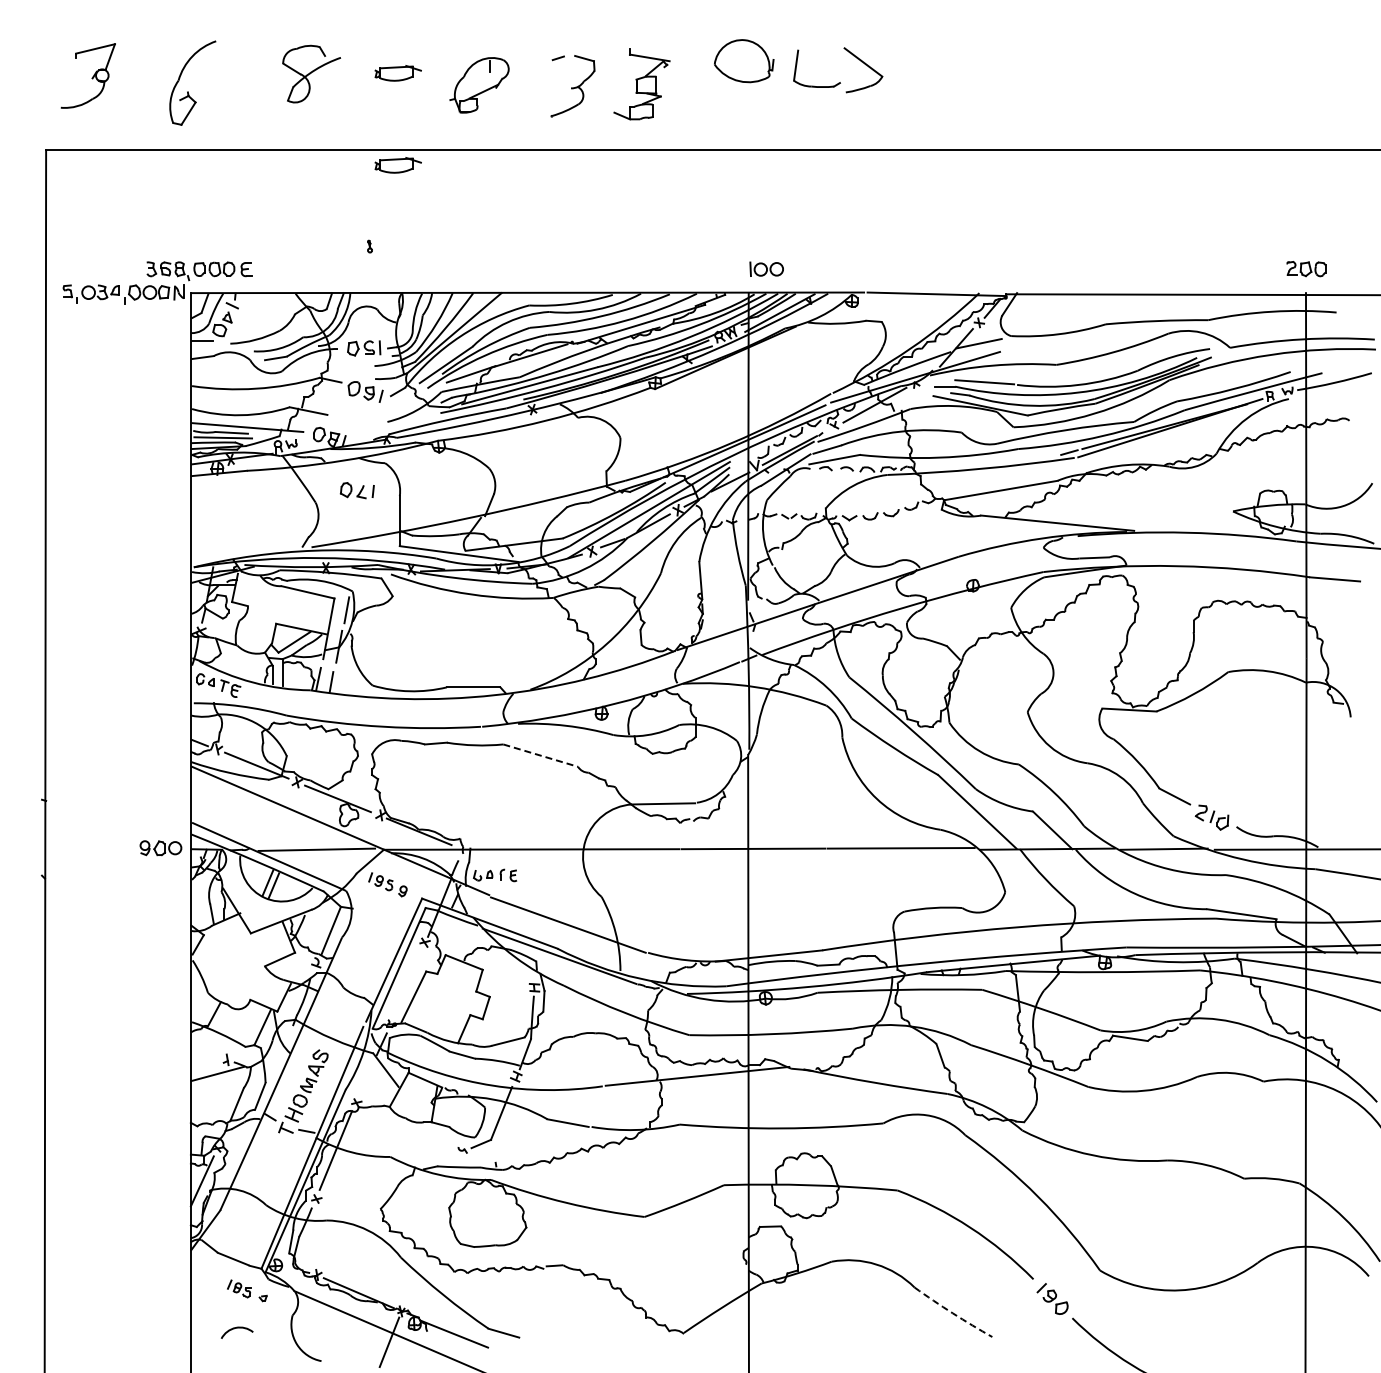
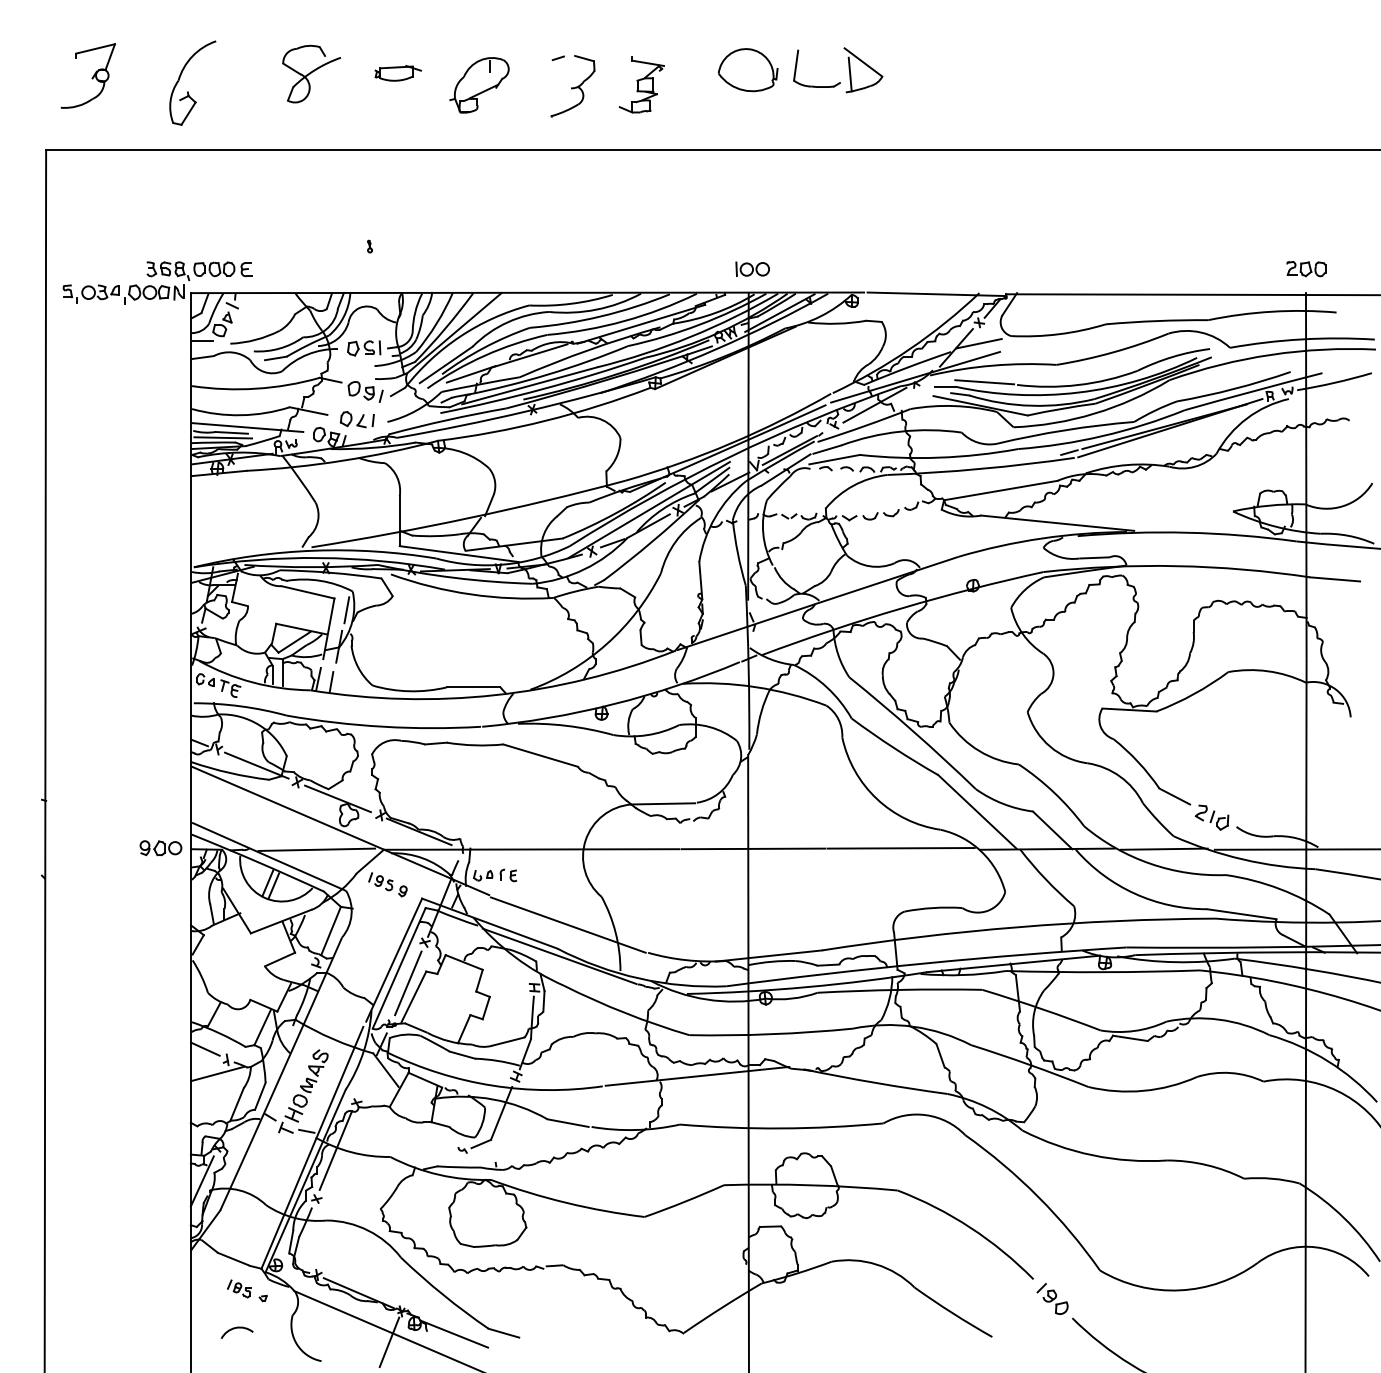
part at (744, 61) position: (744, 61) -> (748, 70)
line at (849, 74): none -> present
part at (641, 84) size: 58x73 px -> 47x58 px
part at (397, 165): present -> none
part at (766, 268) position: (766, 268) -> (752, 268)
part at (356, 490) position: (356, 490) -> (356, 419)
line at (541, 755): dashed -> solid
line at (408, 983): none -> present
line at (205, 1048): none -> present
arc at (952, 1313): dashed -> solid
